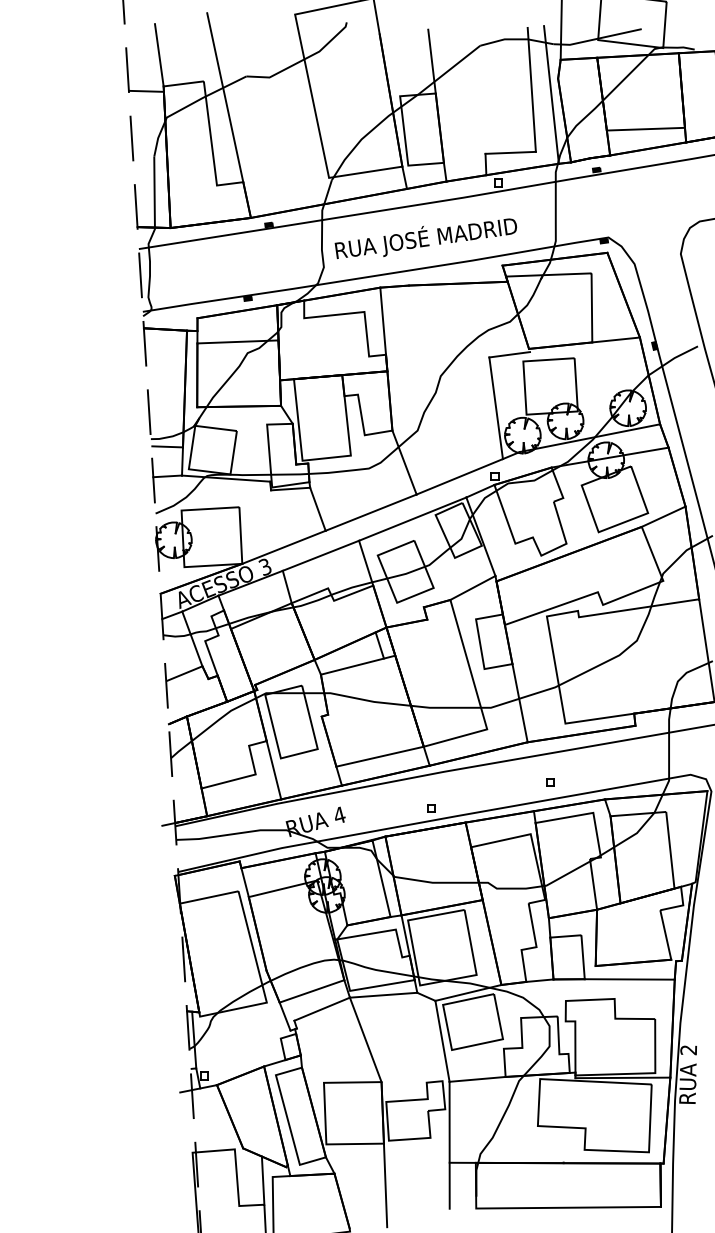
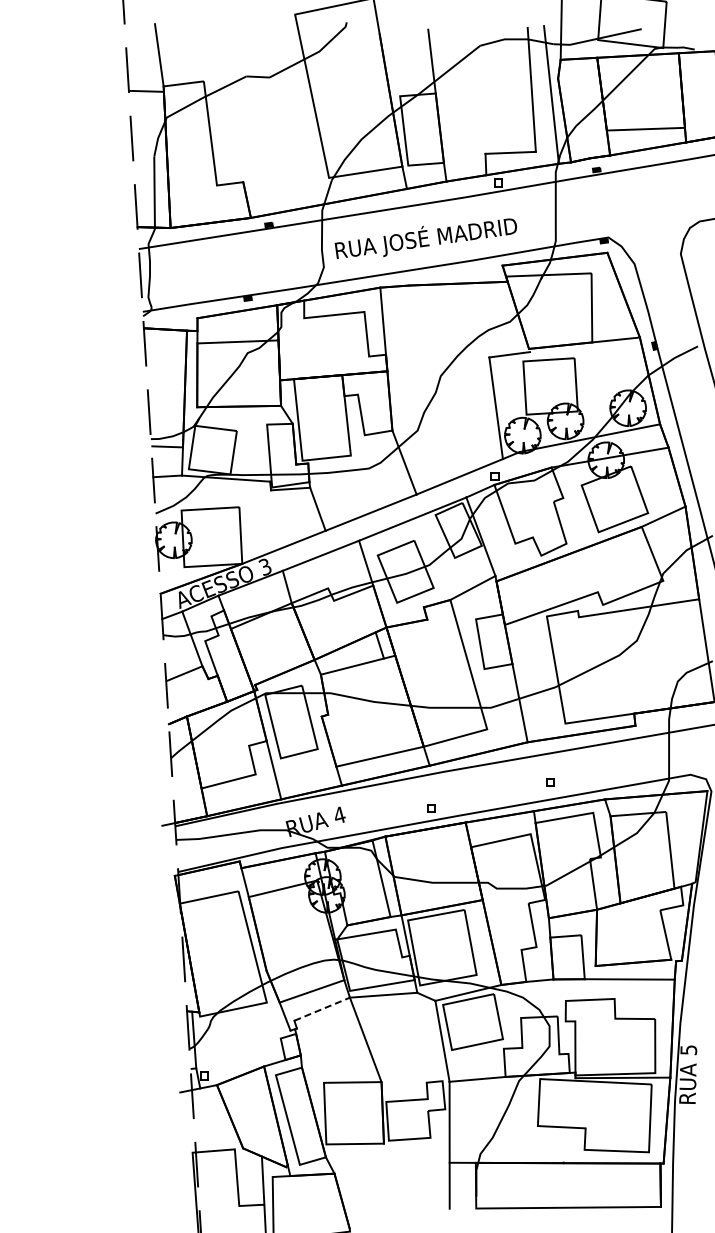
line at (225, 97): present -> none
line at (322, 1009): solid -> dashed
text at (688, 1050): 2 -> 5
line at (385, 1185): present -> none
